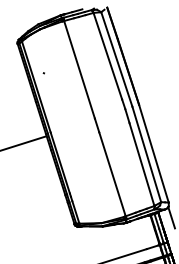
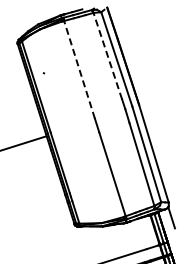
line at (107, 56): solid -> dashed
line at (79, 69): solid -> dashed
